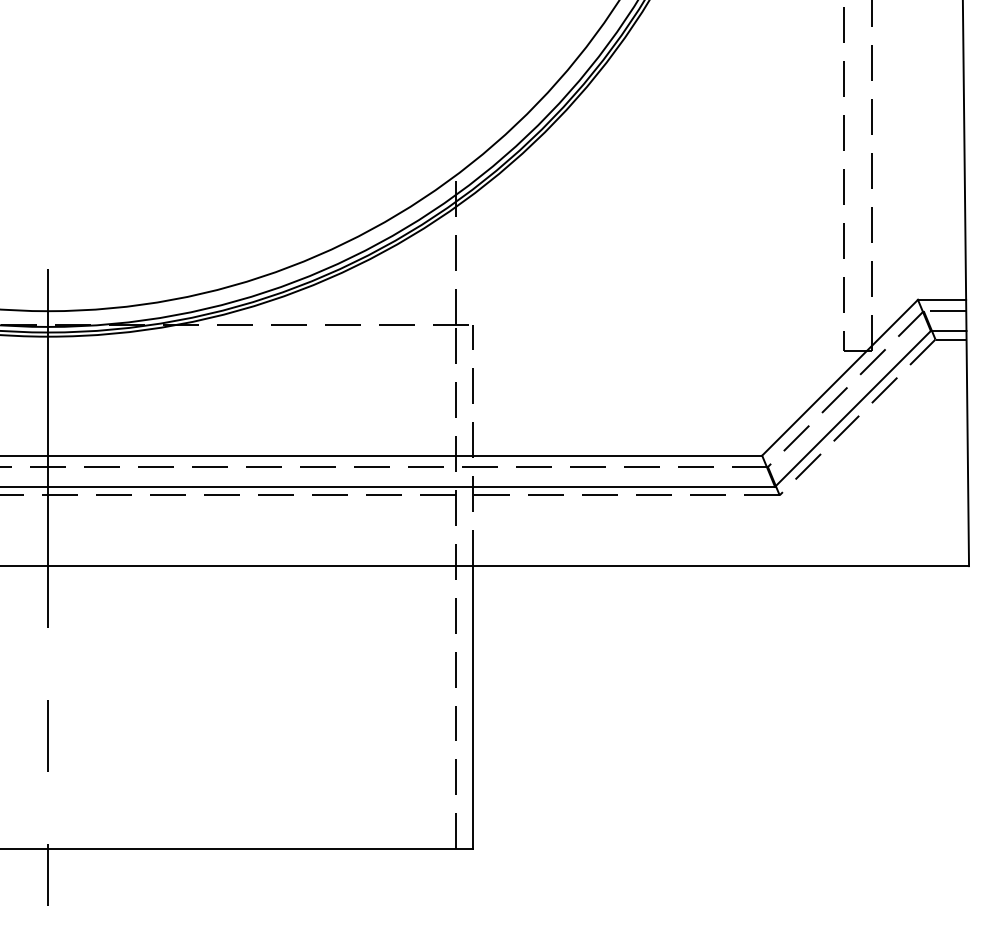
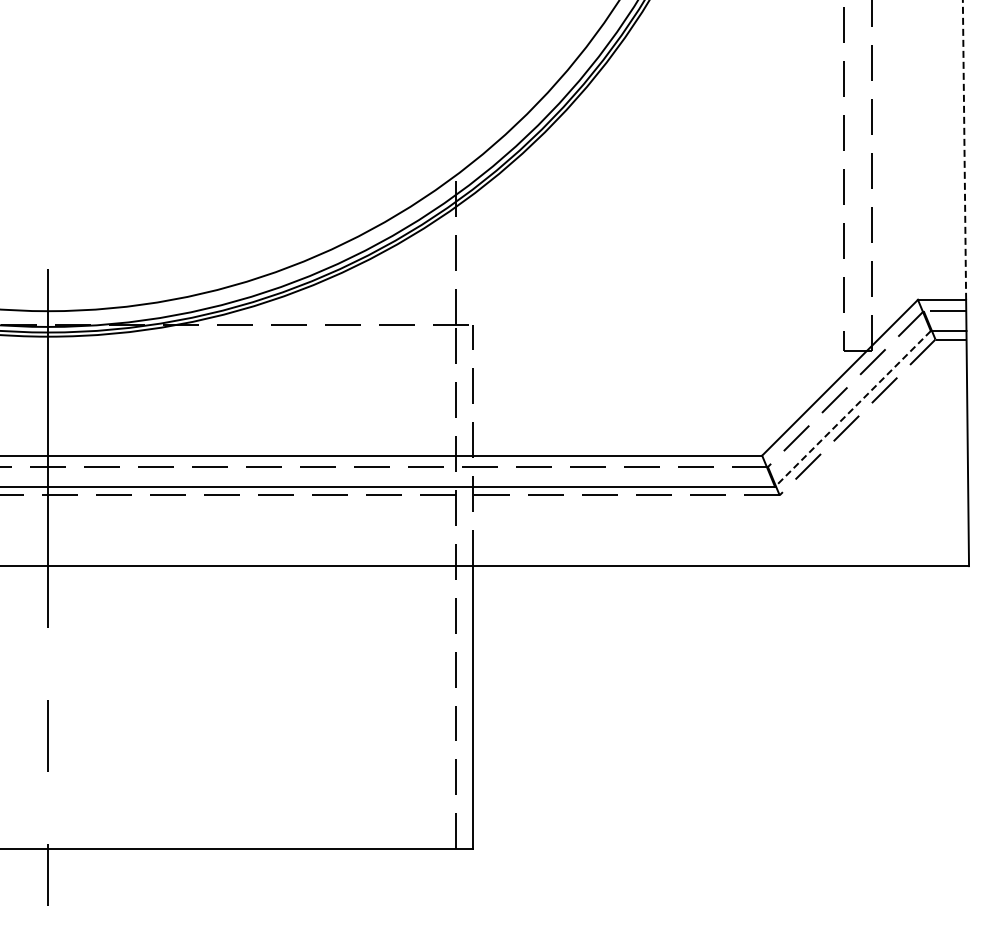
line at (964, 149): solid -> dashed
line at (852, 409): solid -> dashed
